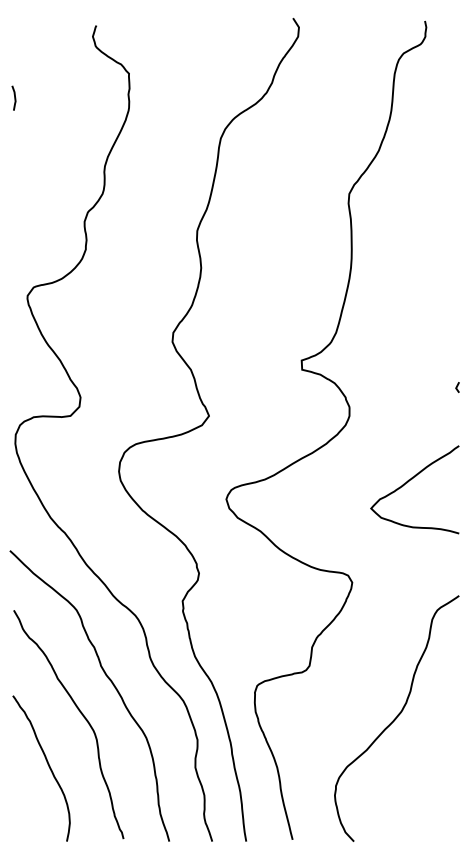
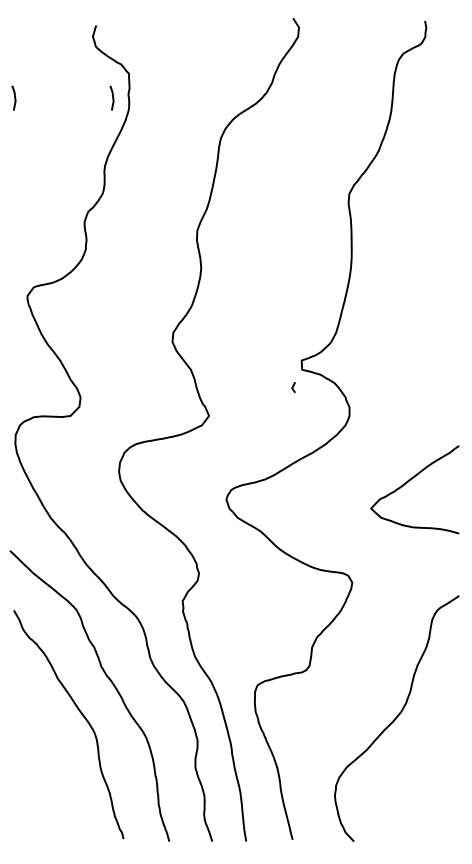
line at (112, 97): none -> present
line at (457, 387) position: (457, 387) -> (293, 387)
curve at (47, 764): present -> none
